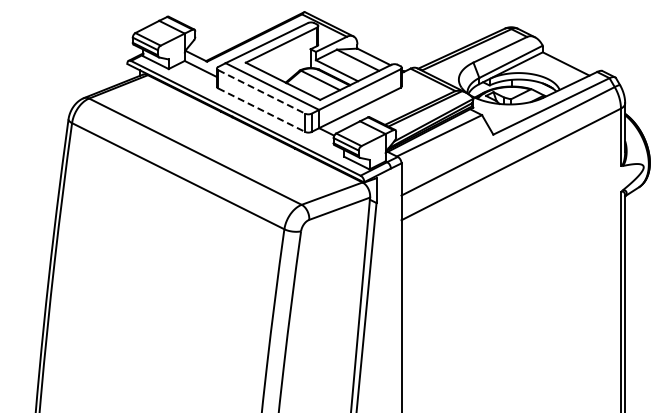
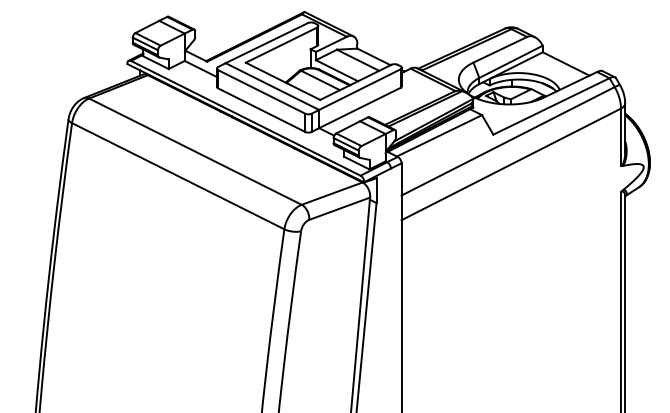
line at (261, 91): dashed -> solid
line at (261, 110): dashed -> solid
